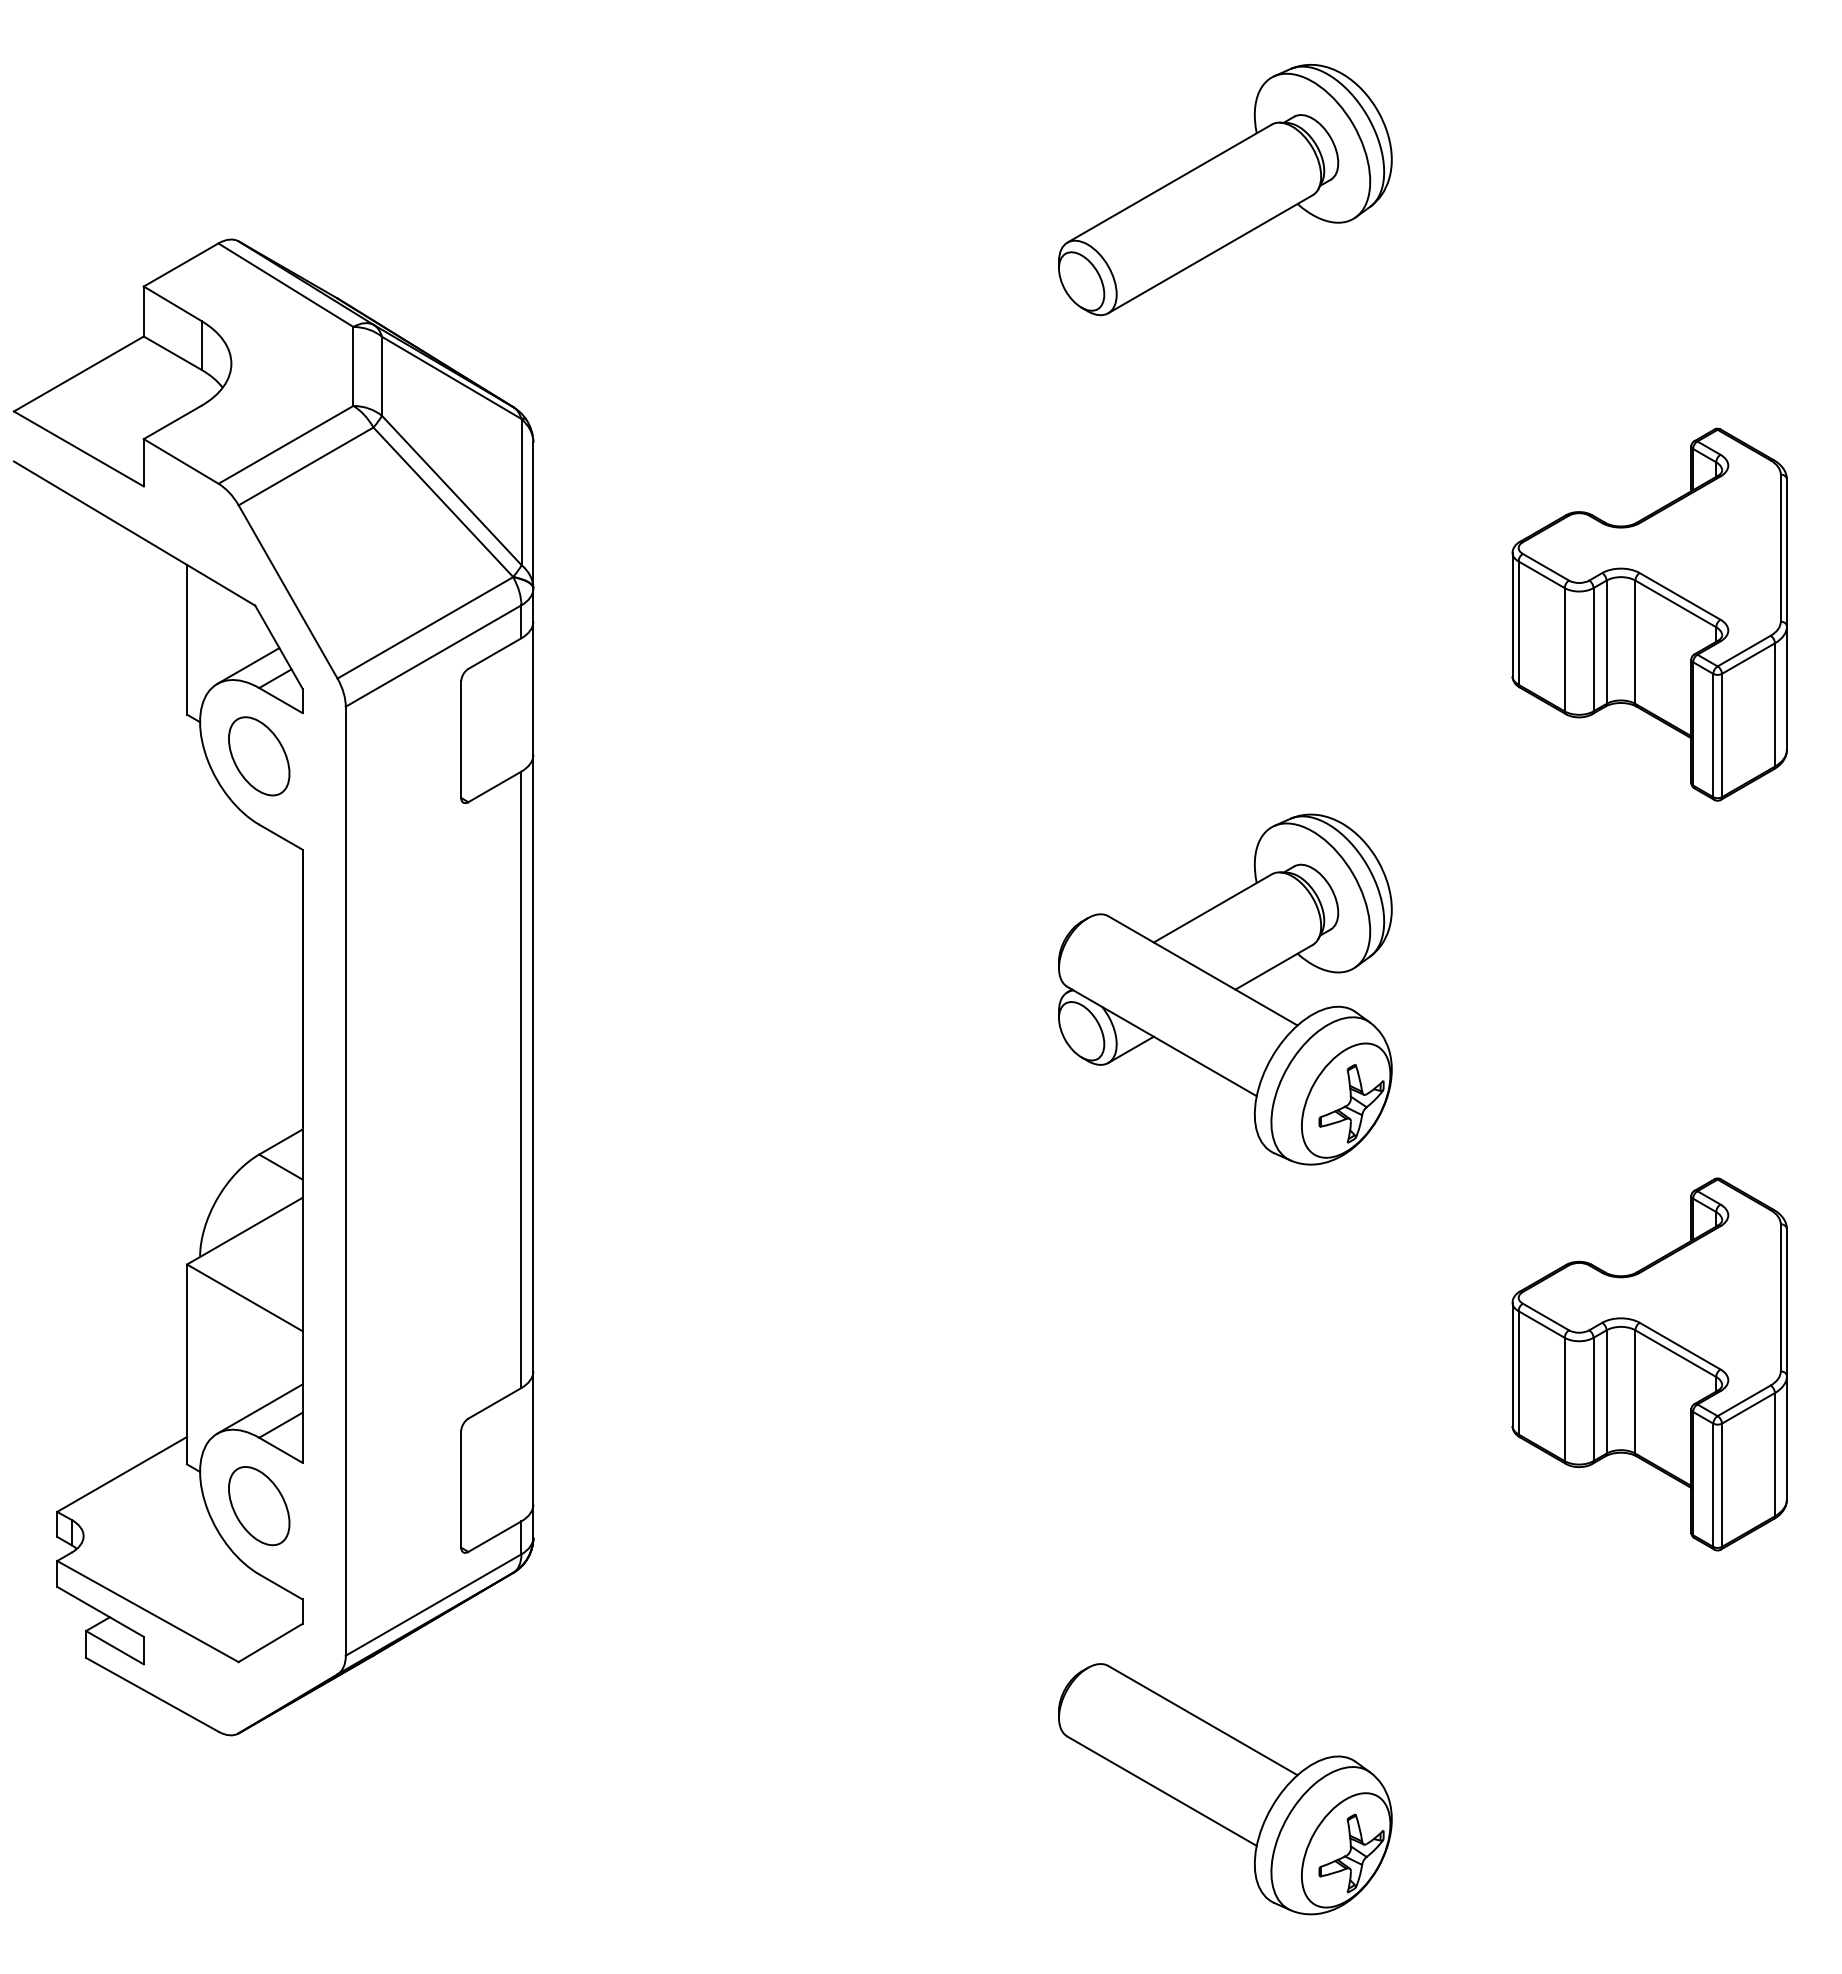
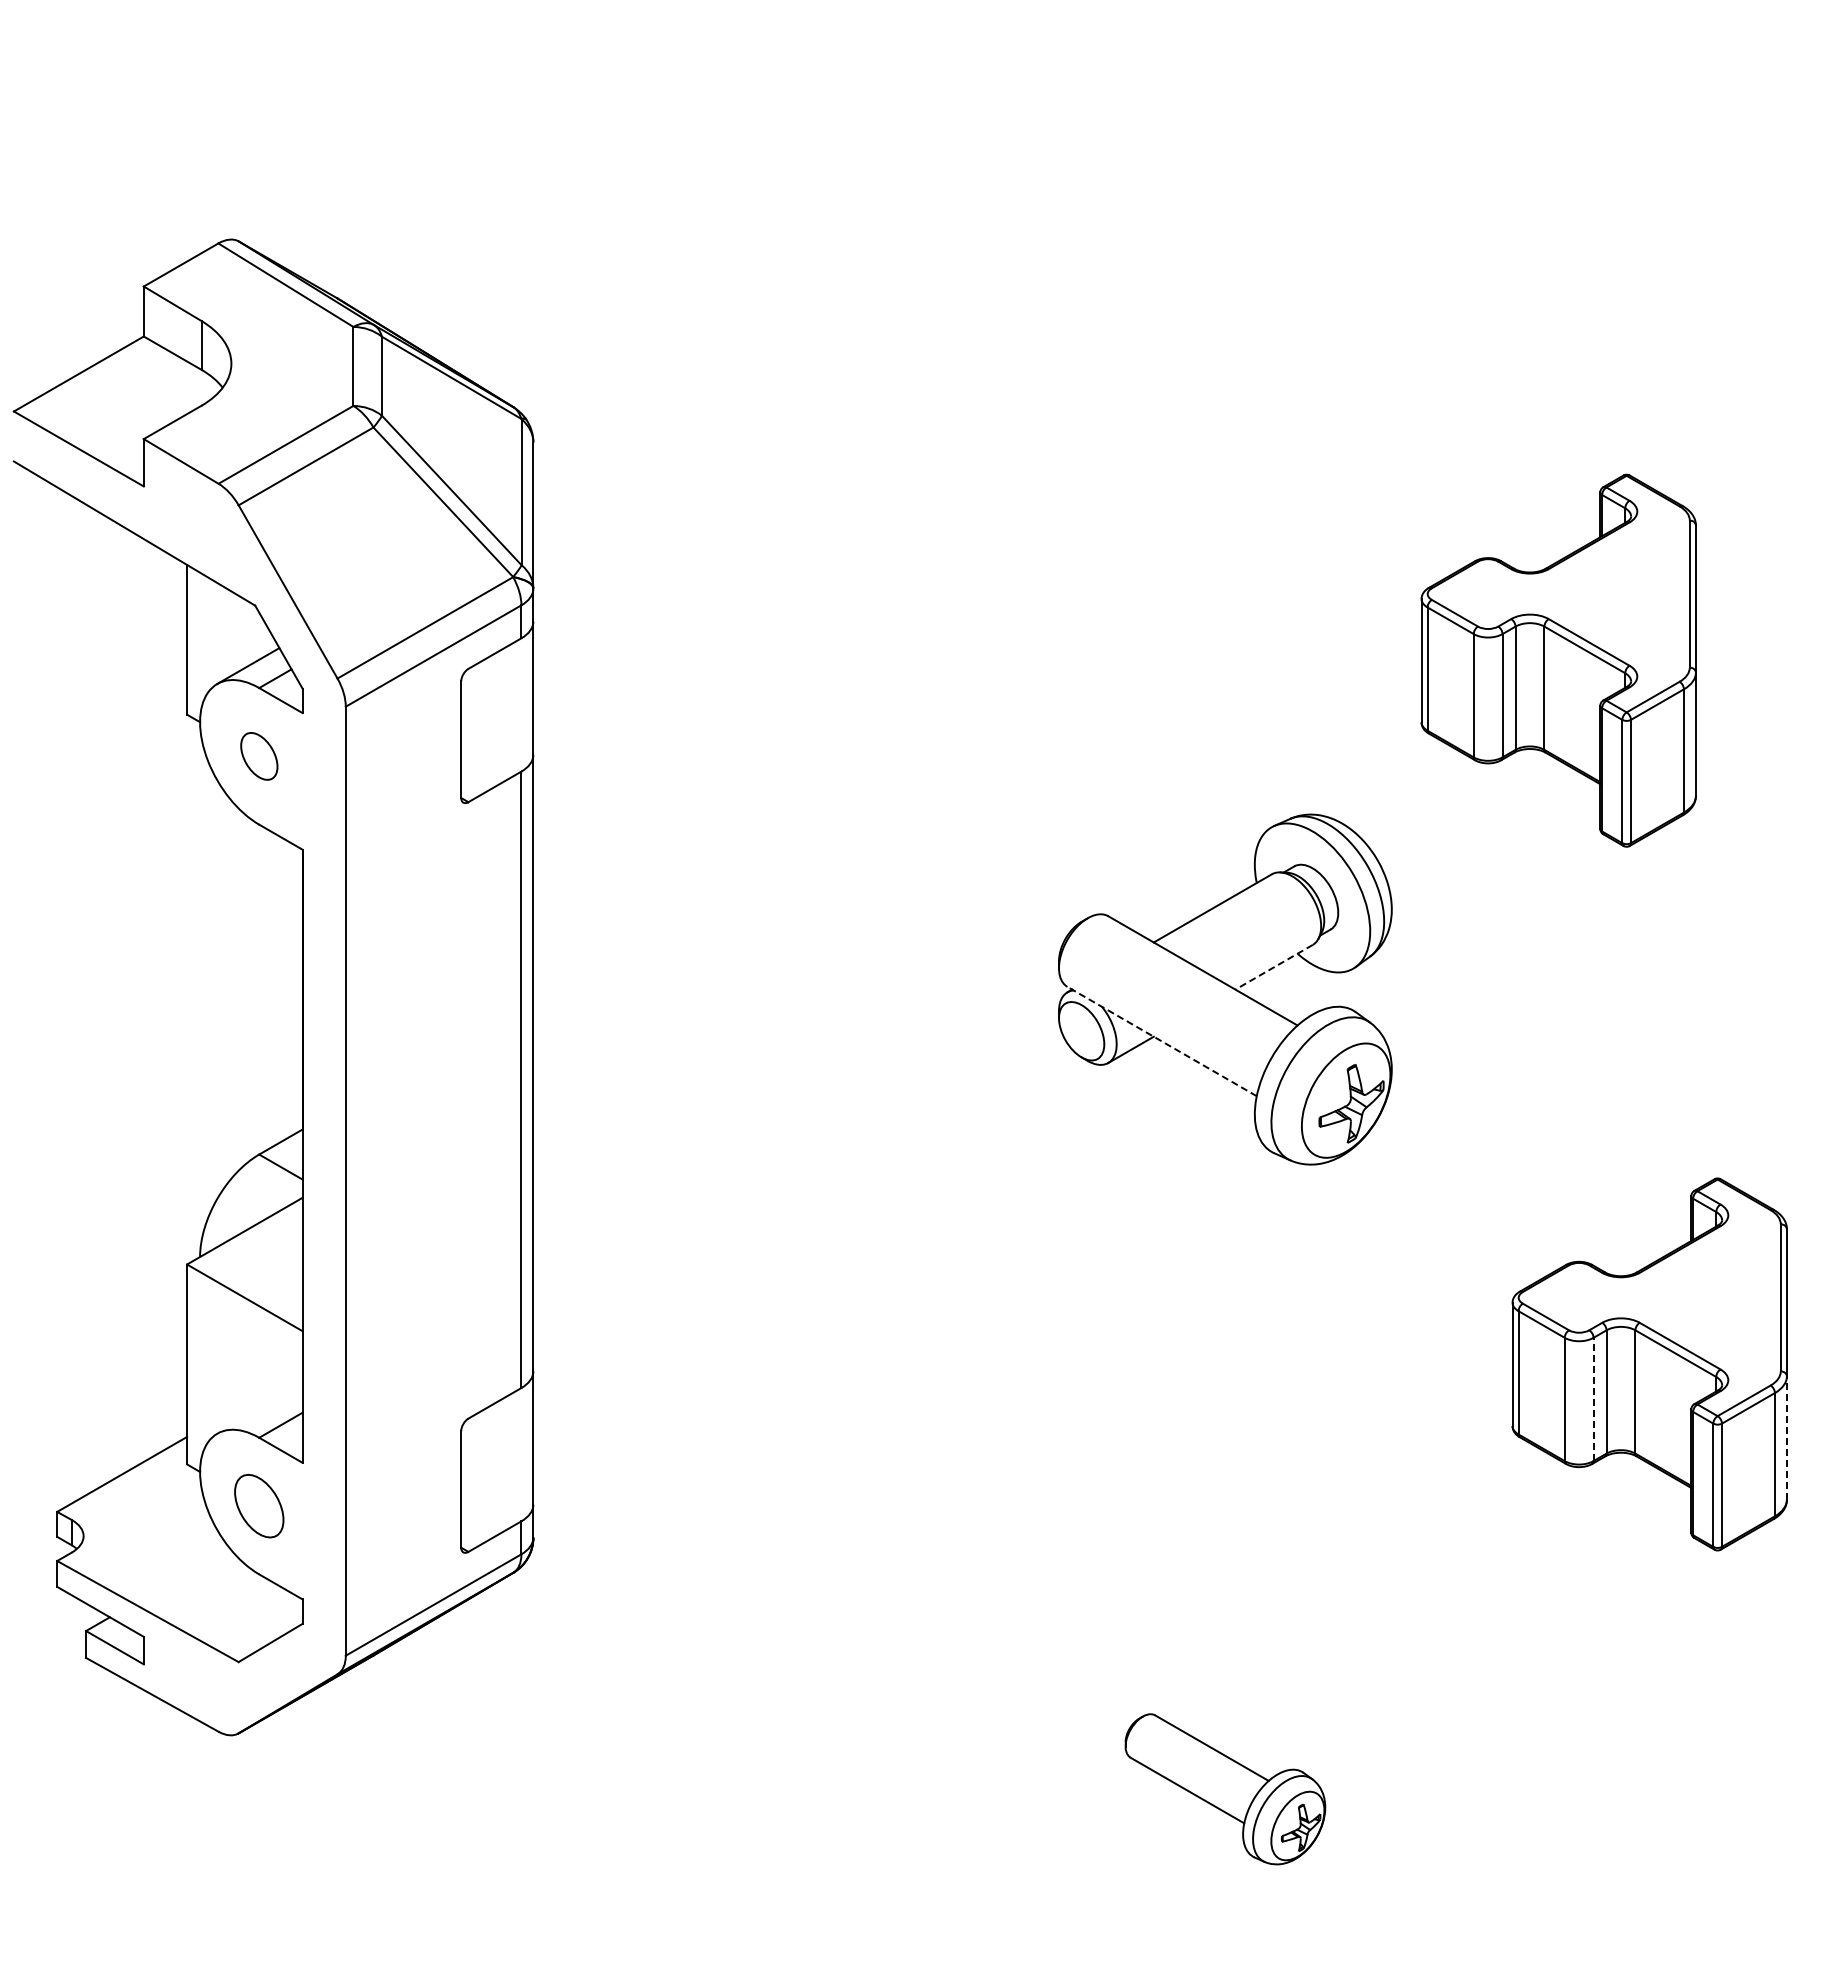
part at (1225, 190): present -> none
part at (1649, 614) position: (1649, 614) -> (1558, 660)
part at (259, 756) size: 63x81 px -> 39x49 px
line at (1274, 967): solid -> dashed
line at (1161, 1041): solid -> dashed
line at (1593, 1399): solid -> dashed
line at (259, 1408): present -> none
line at (1786, 1438): solid -> dashed
part at (259, 1506) size: 63x81 px -> 51x65 px
part at (1225, 1789) size: 335x253 px -> 203x153 px
